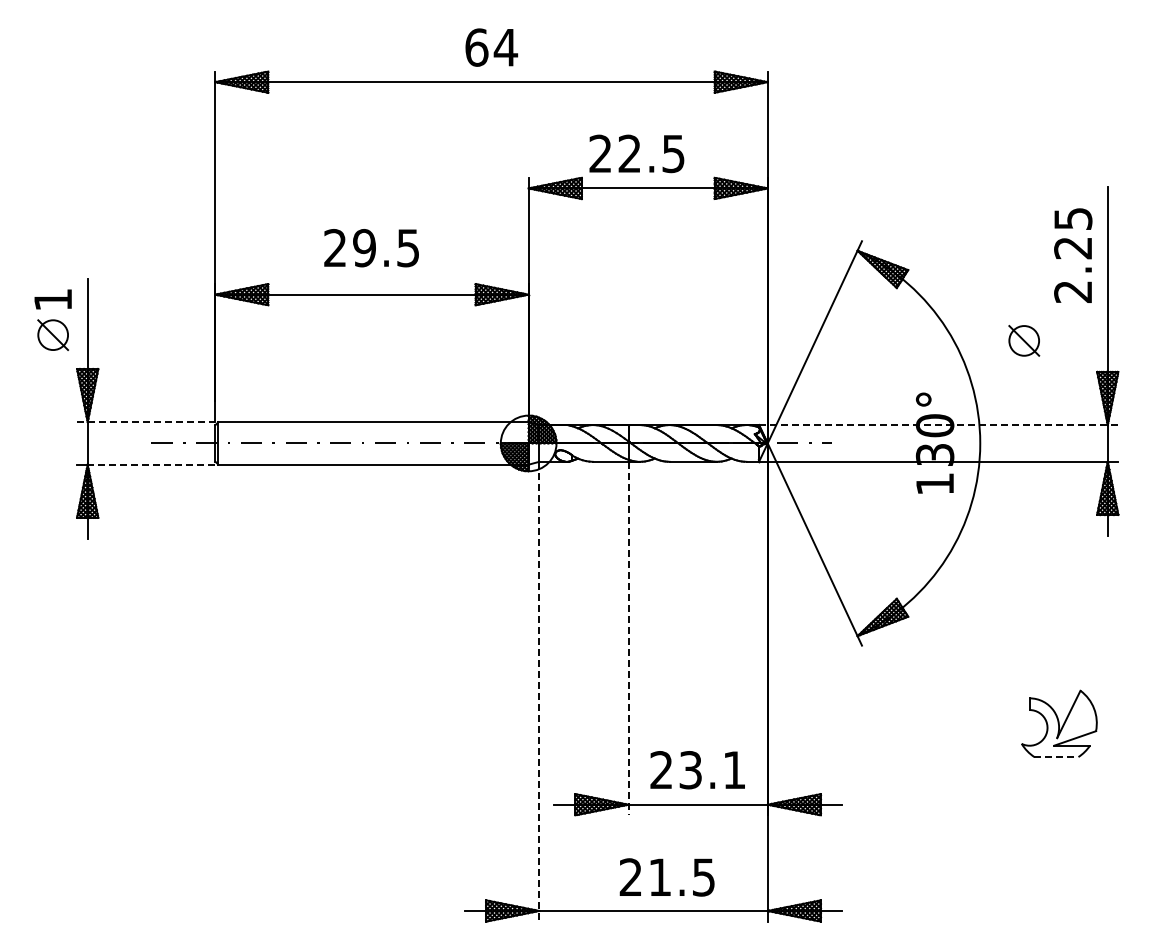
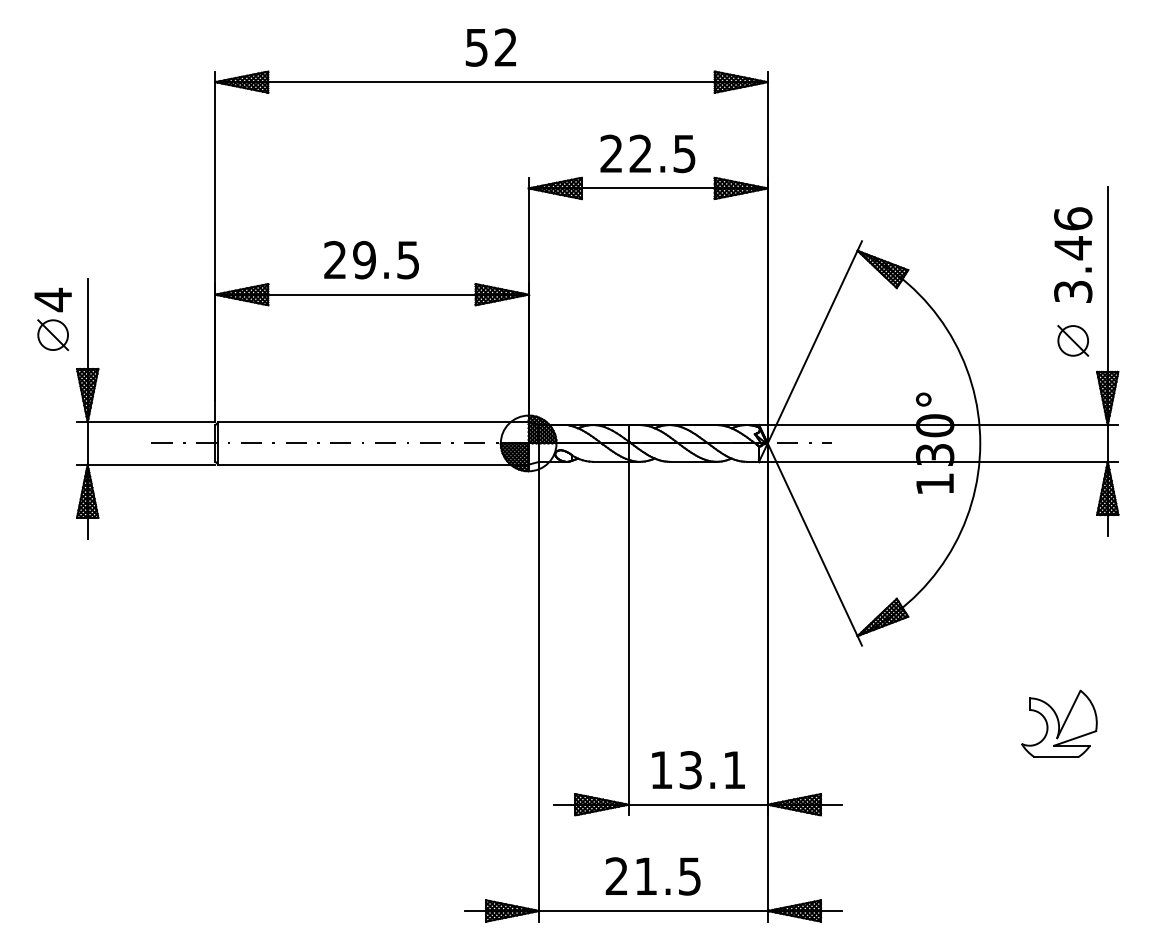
text at (491, 47): 64 -> 52
text at (636, 153) position: (636, 153) -> (647, 153)
text at (371, 248) position: (371, 248) -> (371, 260)
text at (1073, 254): 2.25 -> 3.46
text at (52, 299): 1 -> 4
part at (1024, 340) position: (1024, 340) -> (1073, 340)
line at (146, 422): dashed -> solid
line at (938, 425): dashed -> solid
line at (151, 464): dashed -> solid
line at (628, 638): dashed -> solid
line at (539, 691): dashed -> solid
line at (1056, 757): dashed -> solid
text at (660, 769): 23.1 -> 13.1
text at (666, 877) position: (666, 877) -> (652, 876)
